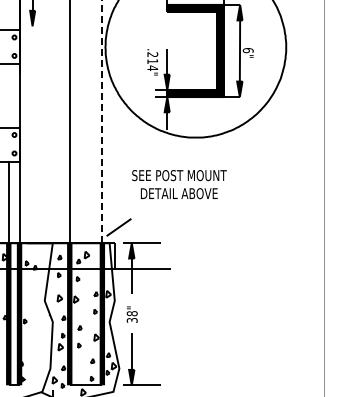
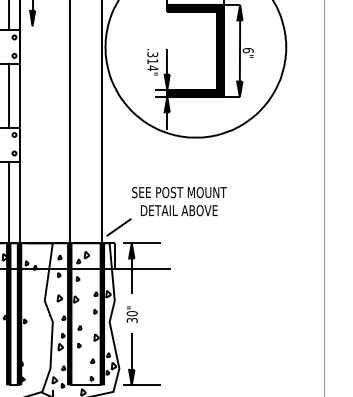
line at (8, 16): none -> present
text at (152, 54): .214" -> .314"
line at (8, 95): none -> present
line at (102, 121): dashed -> solid
text at (179, 184) position: (179, 184) -> (179, 201)
text at (132, 313): 38" -> 30"
